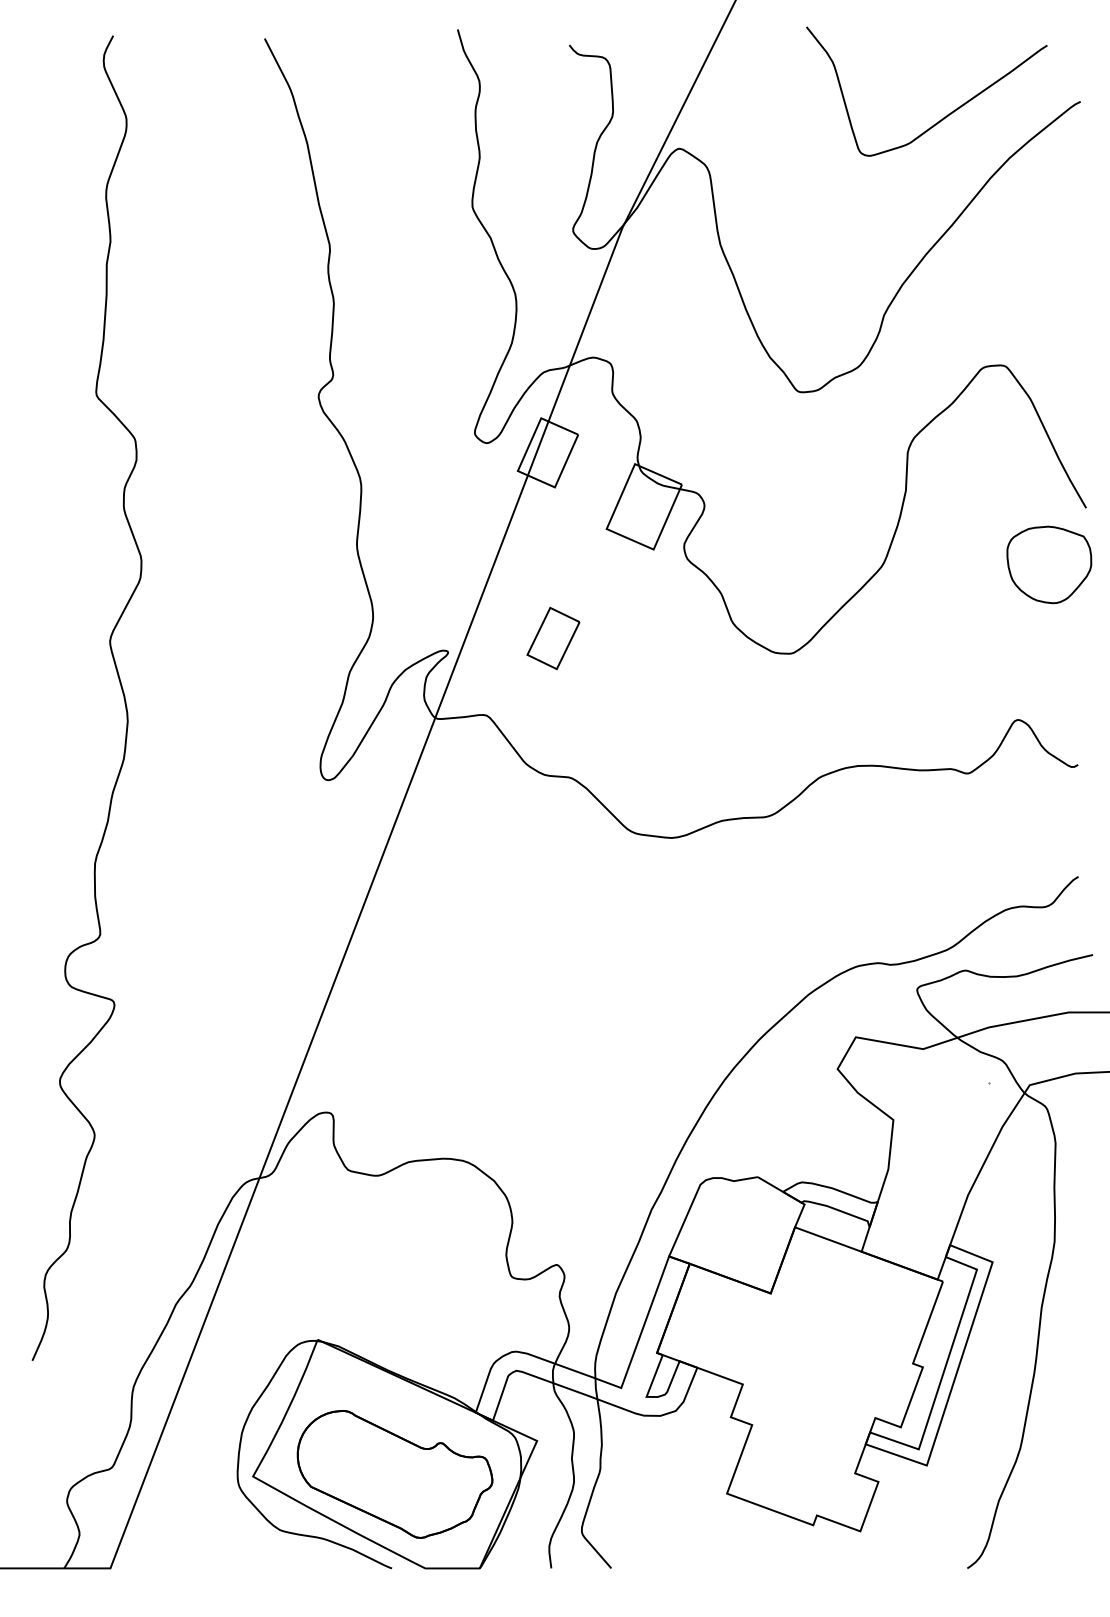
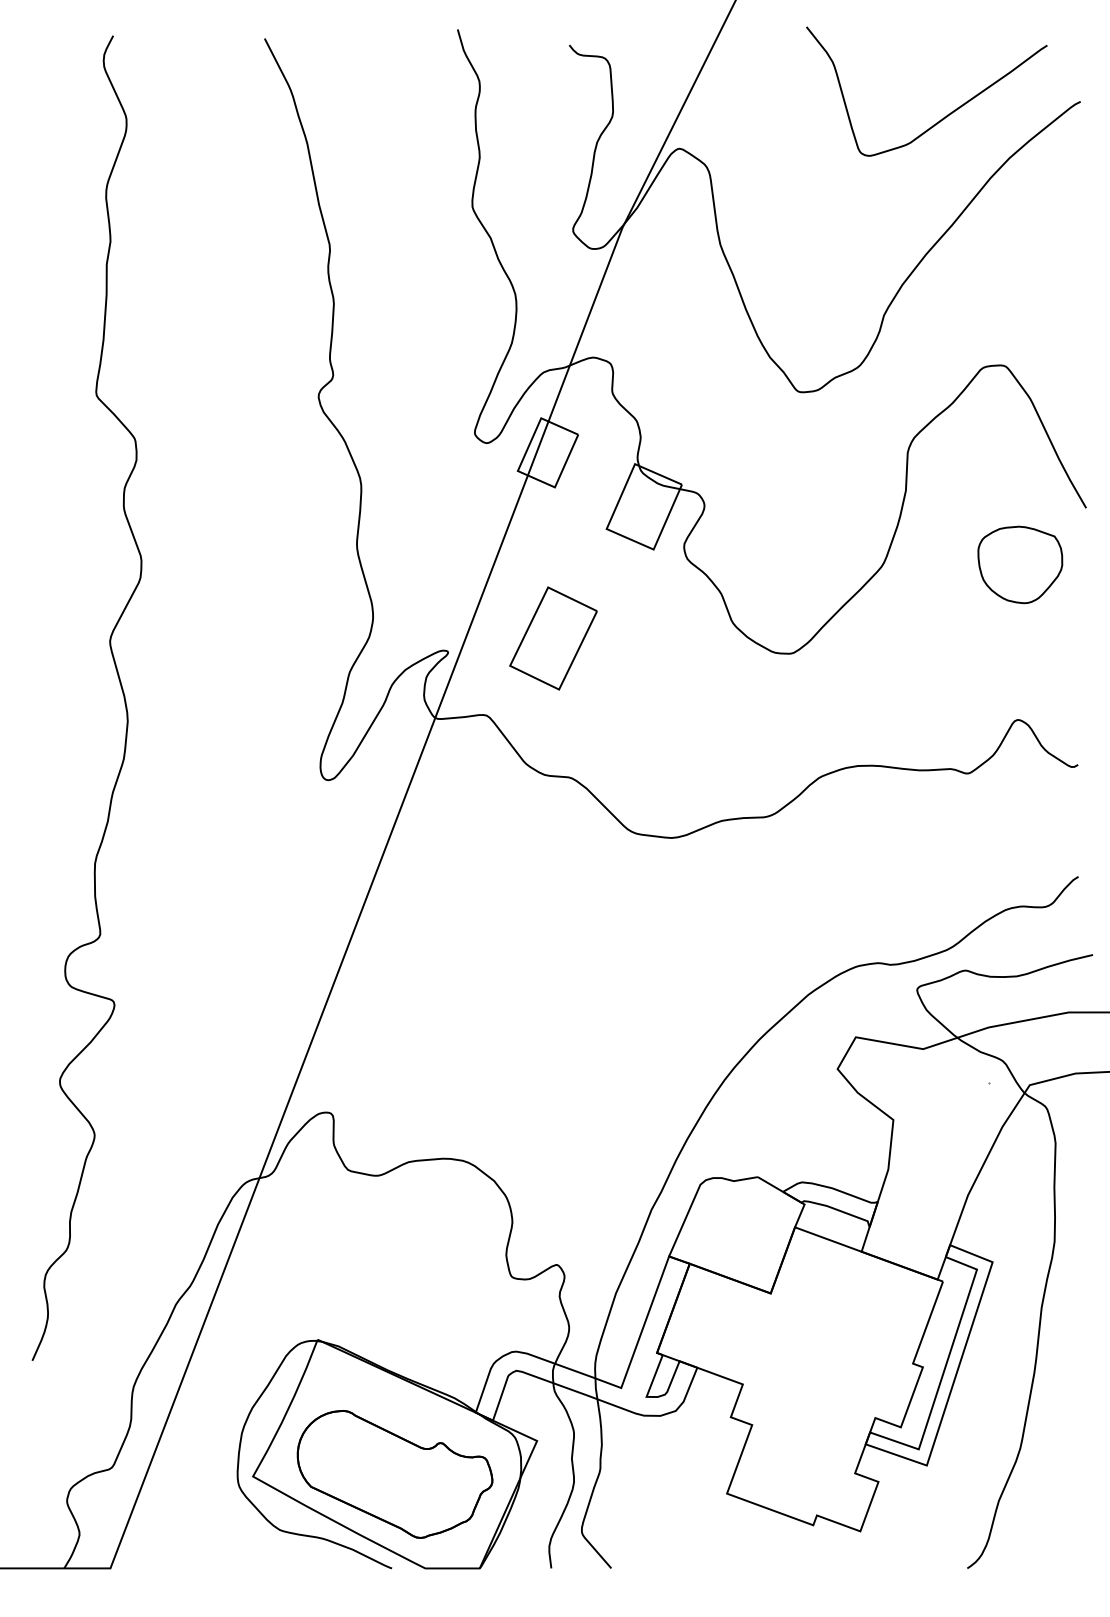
part at (1049, 564) position: (1049, 564) -> (1020, 564)
part at (553, 638) size: 55x65 px -> 89x105 px
